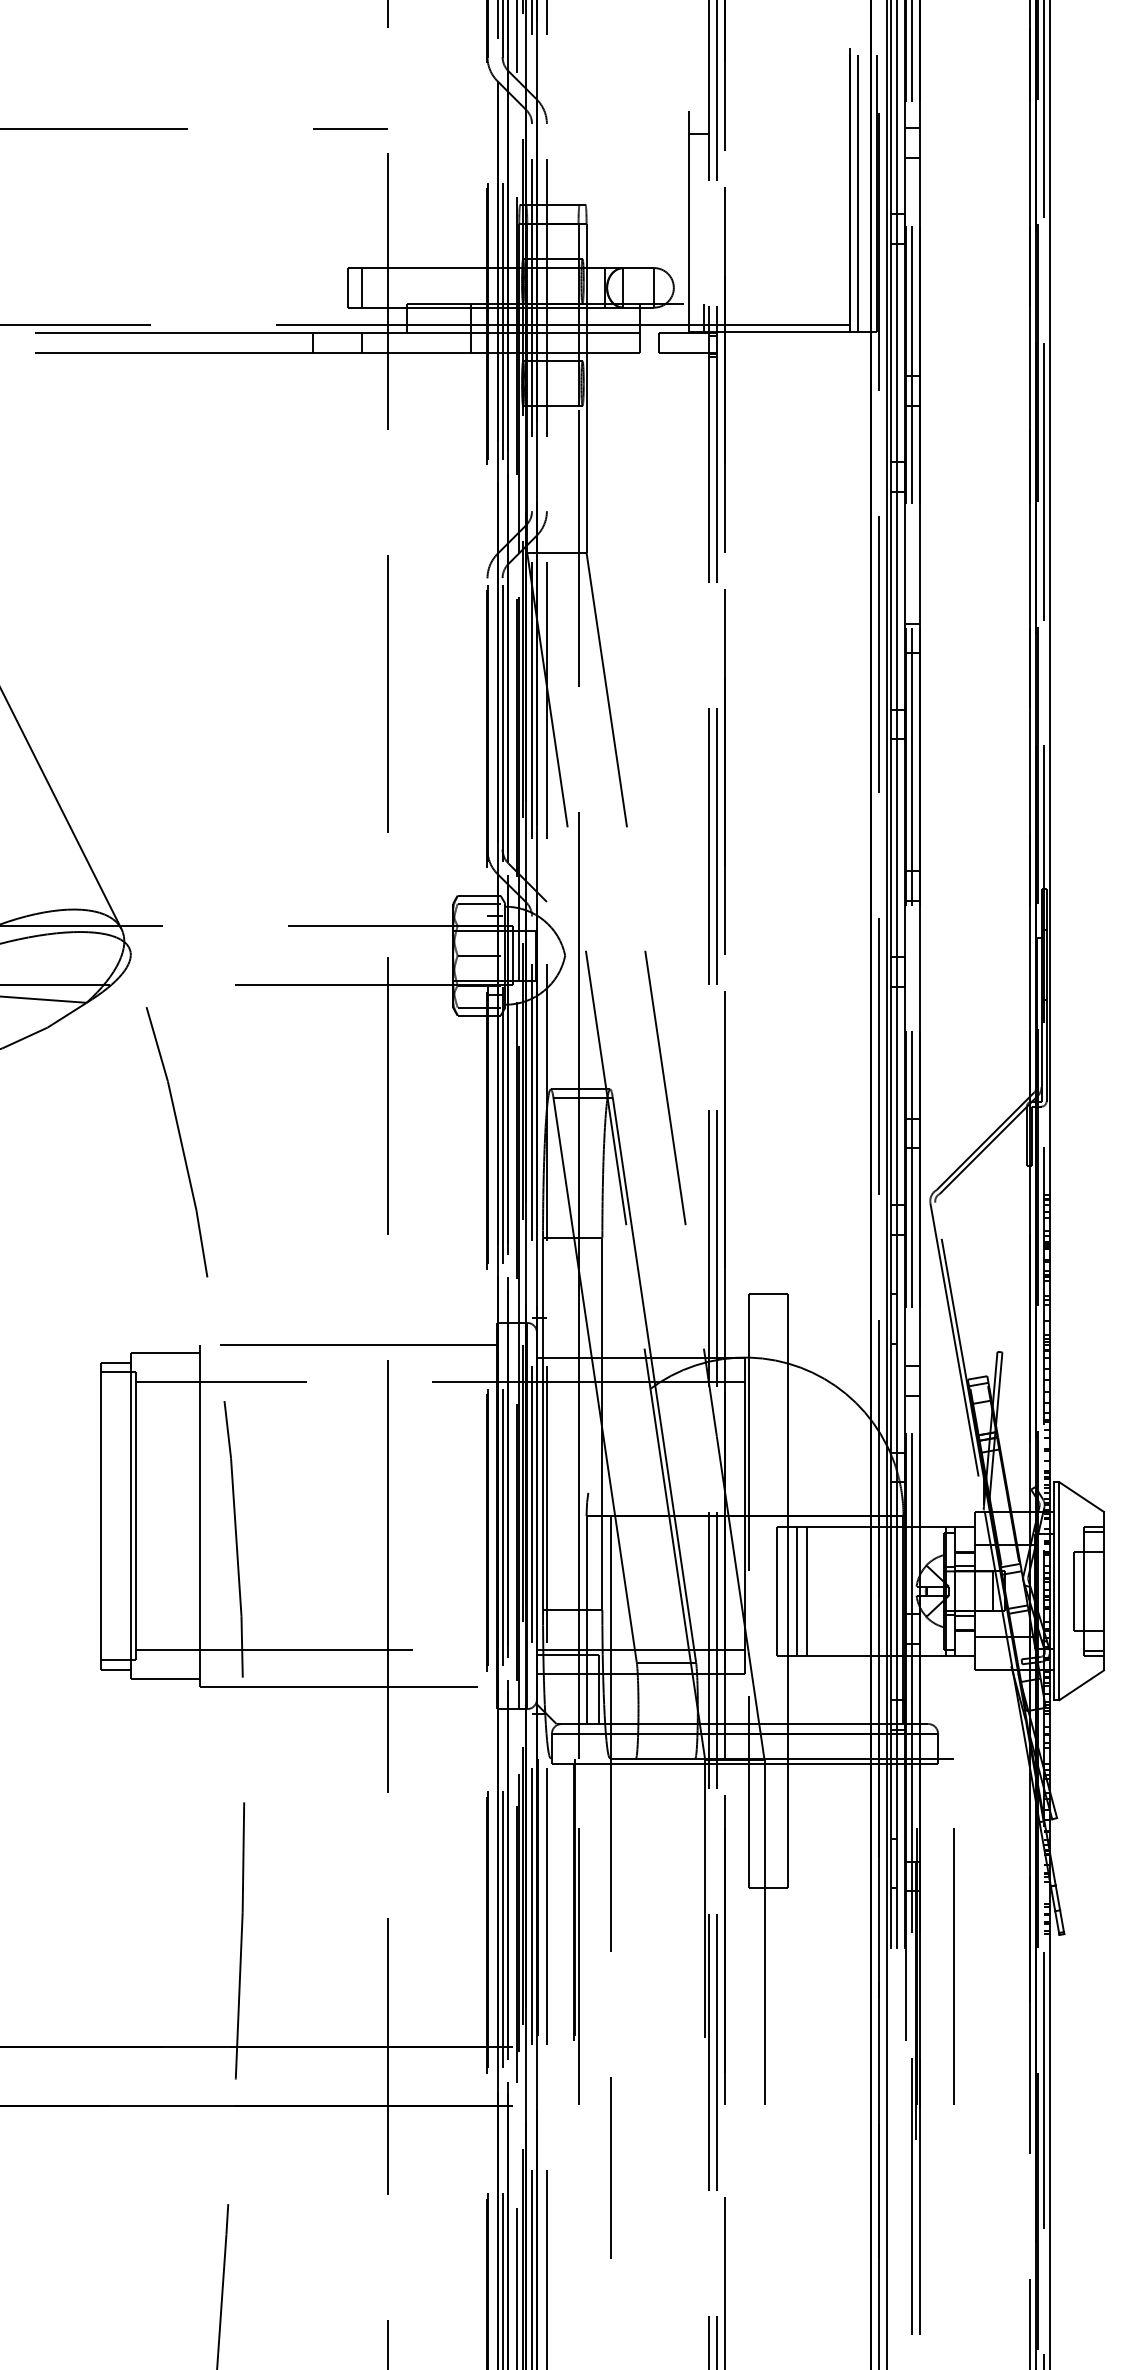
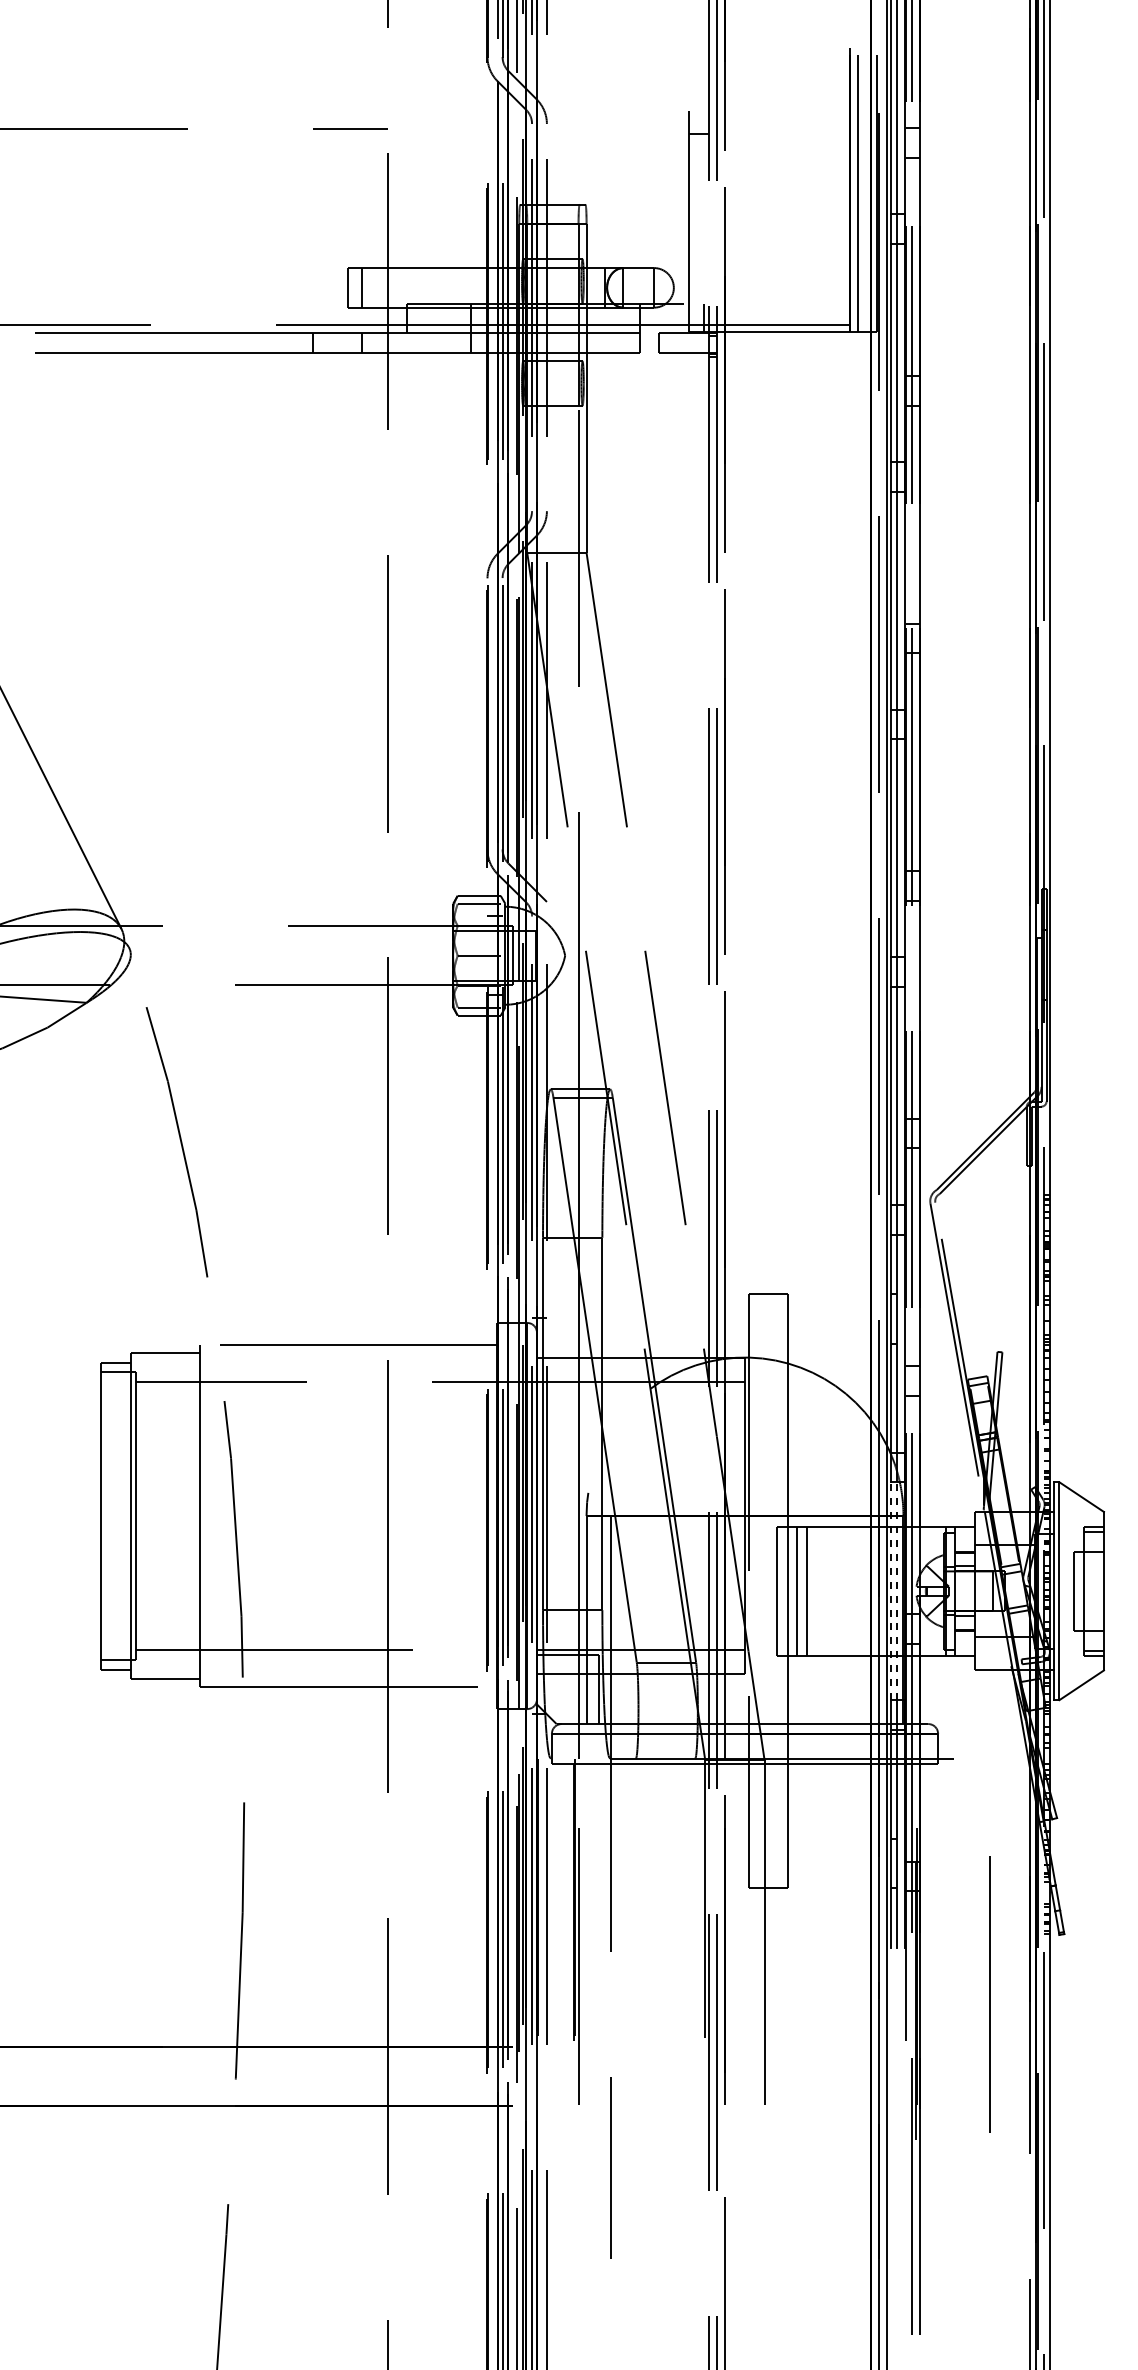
line at (891, 1591): solid -> dashed
line at (897, 1591): solid -> dashed
line at (953, 1966) position: (953, 1966) -> (989, 1994)
